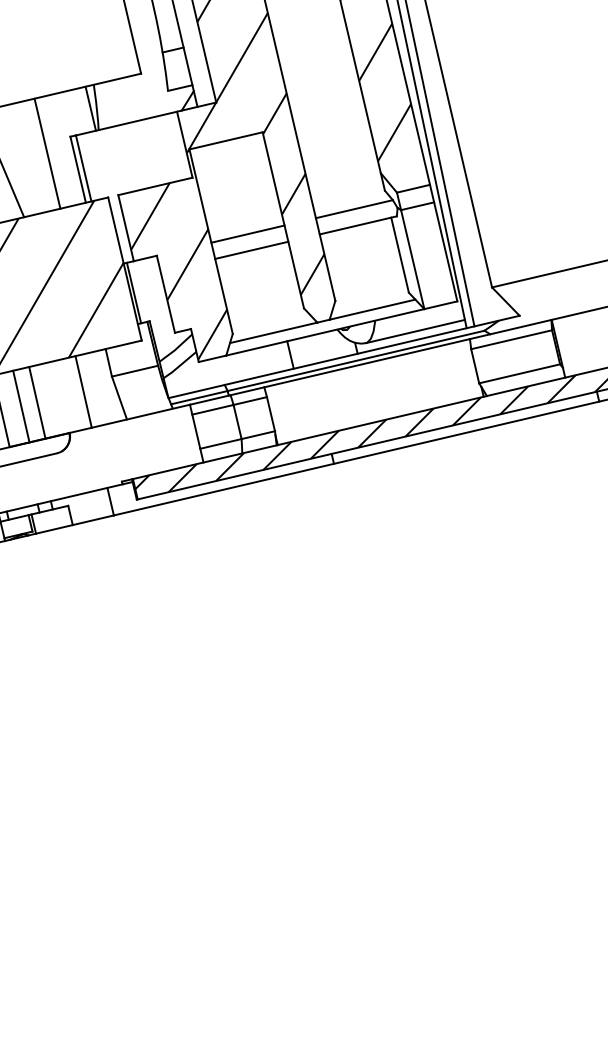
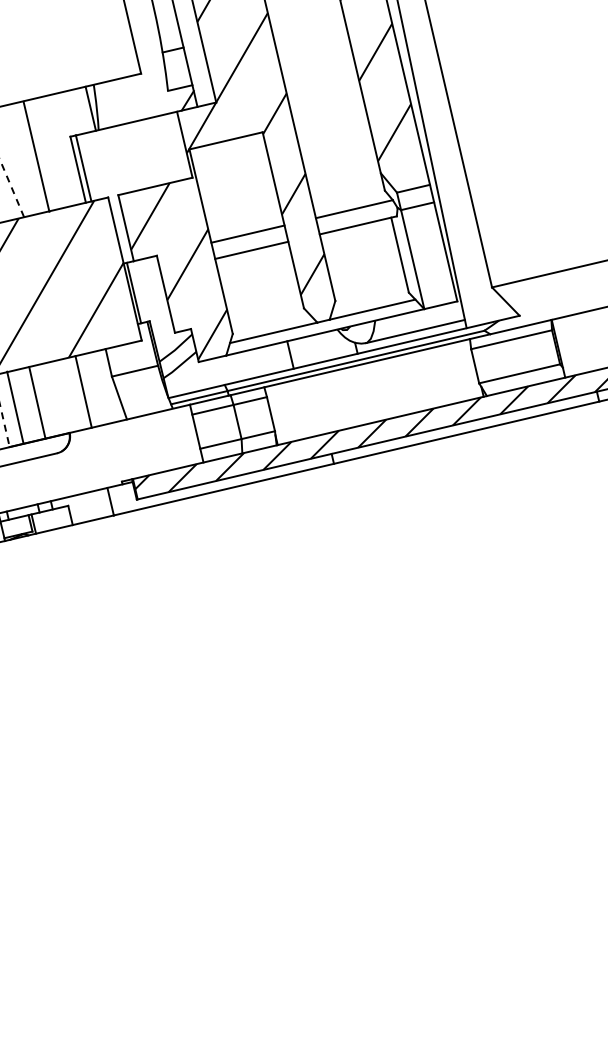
line at (47, 153) position: (47, 153) -> (36, 156)
line at (440, 164): present -> none
line at (12, 188): solid -> dashed
line at (21, 406) position: (21, 406) -> (15, 407)
line at (5, 426): solid -> dashed
